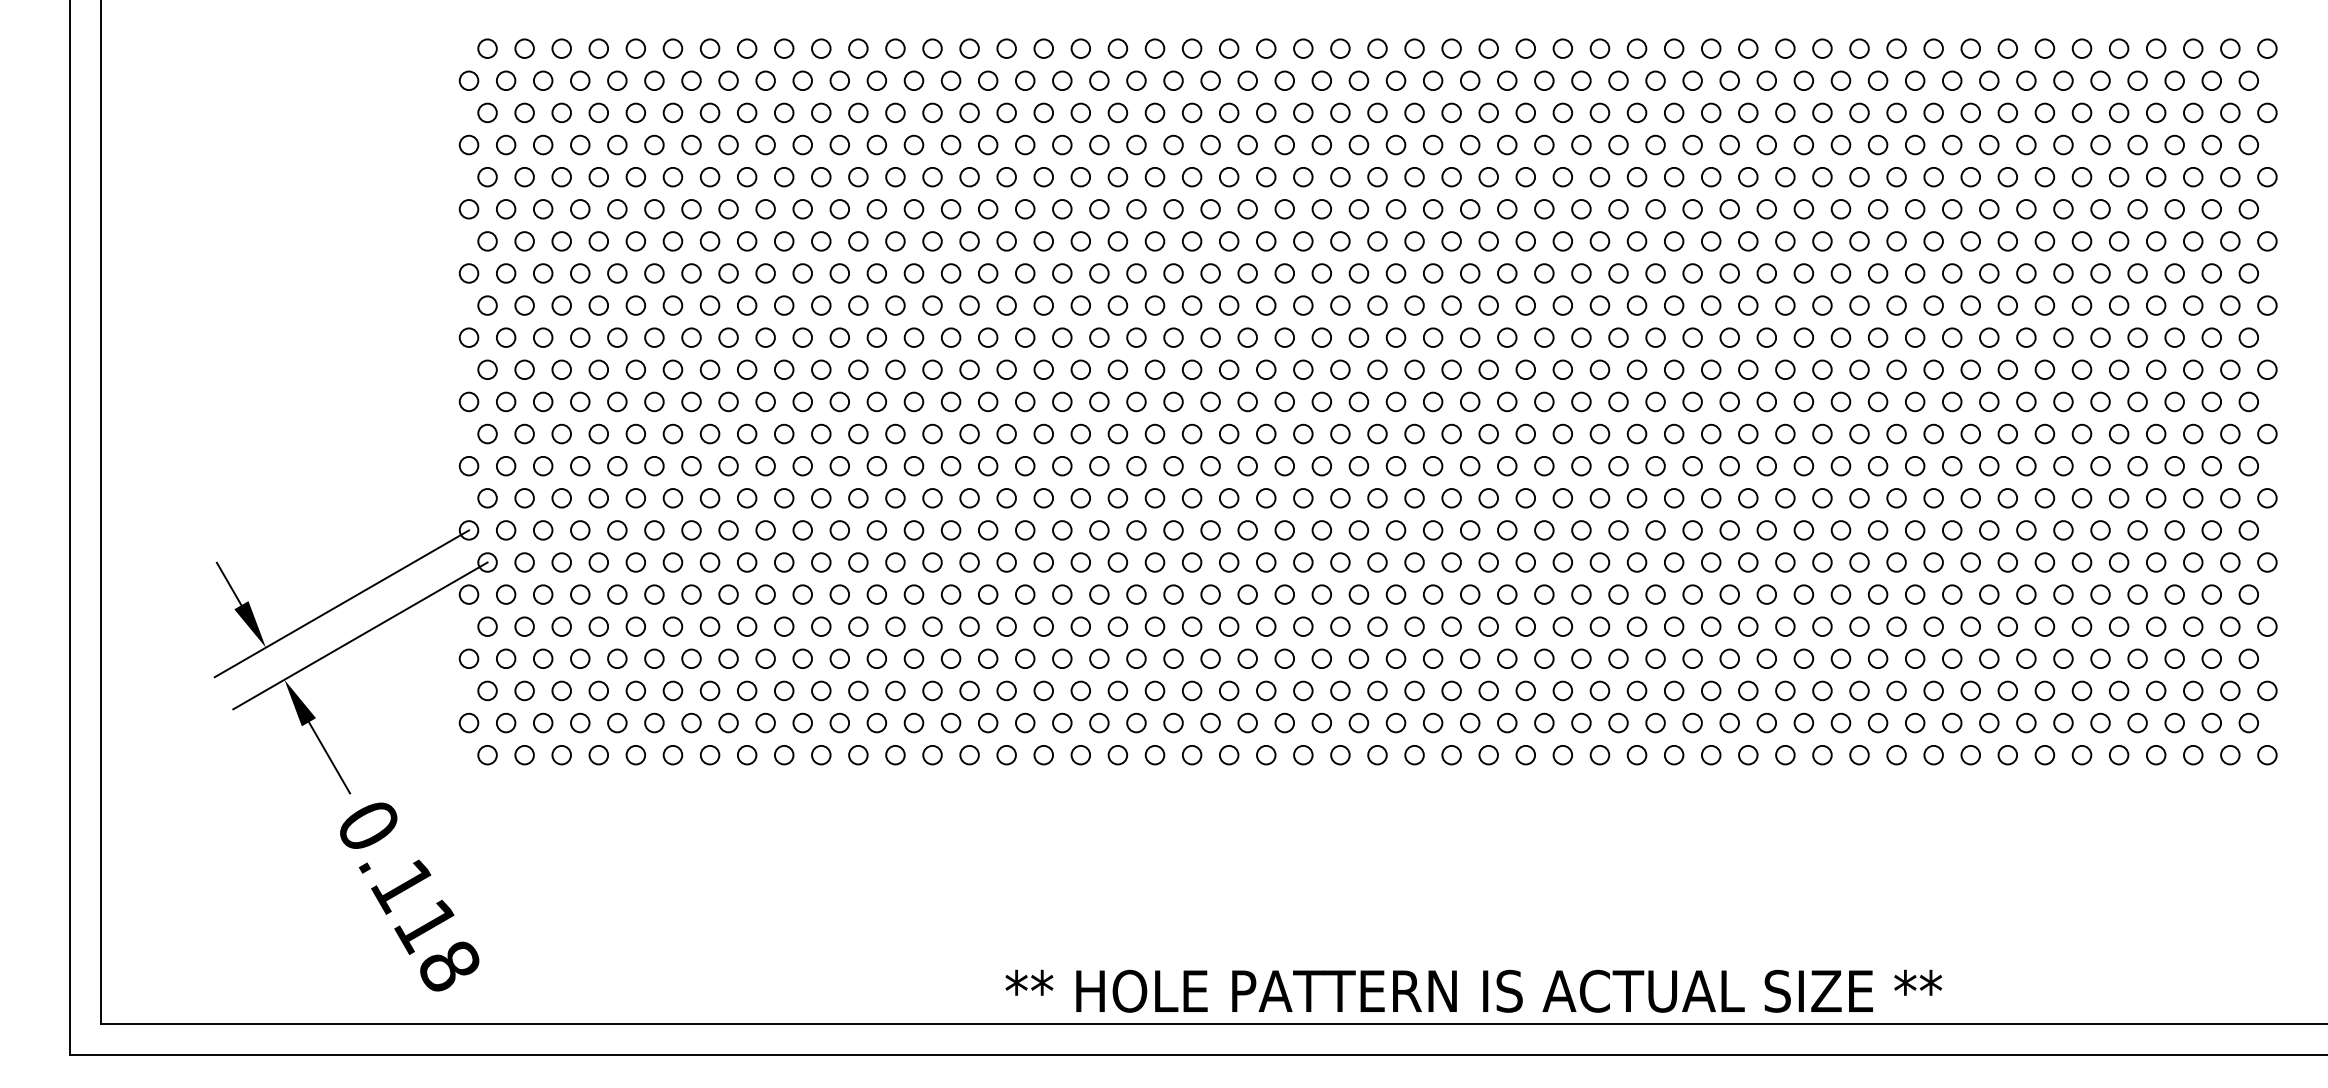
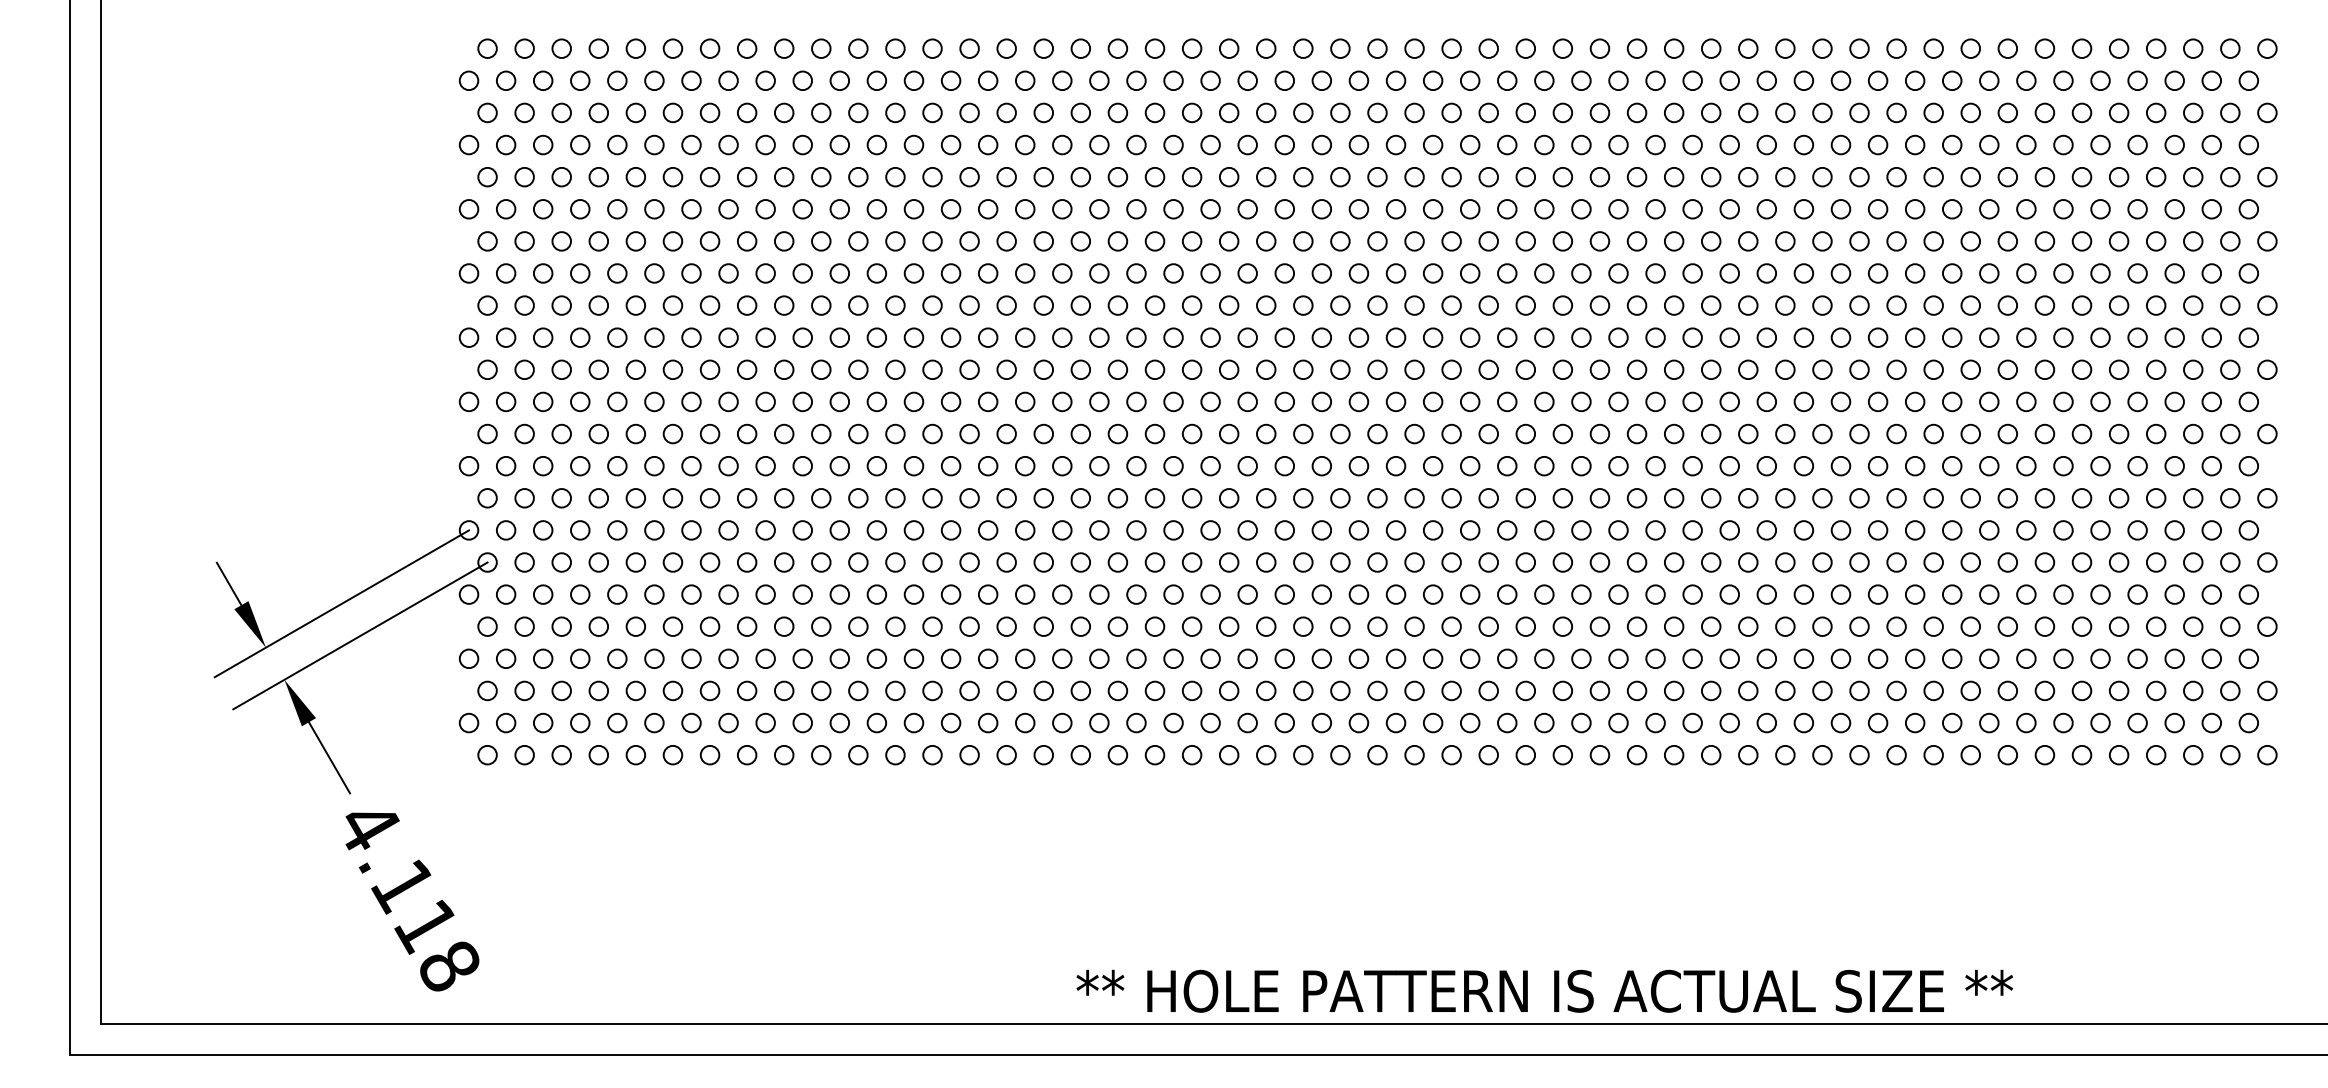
text at (369, 826): 0.118 -> 4.118
text at (1473, 990) position: (1473, 990) -> (1544, 990)
